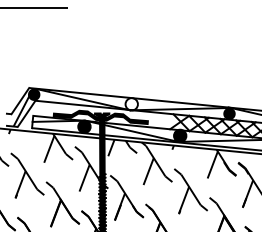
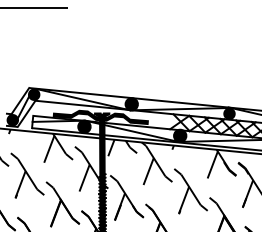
fill at (131, 104): none -> present
fill at (12, 120): none -> present
